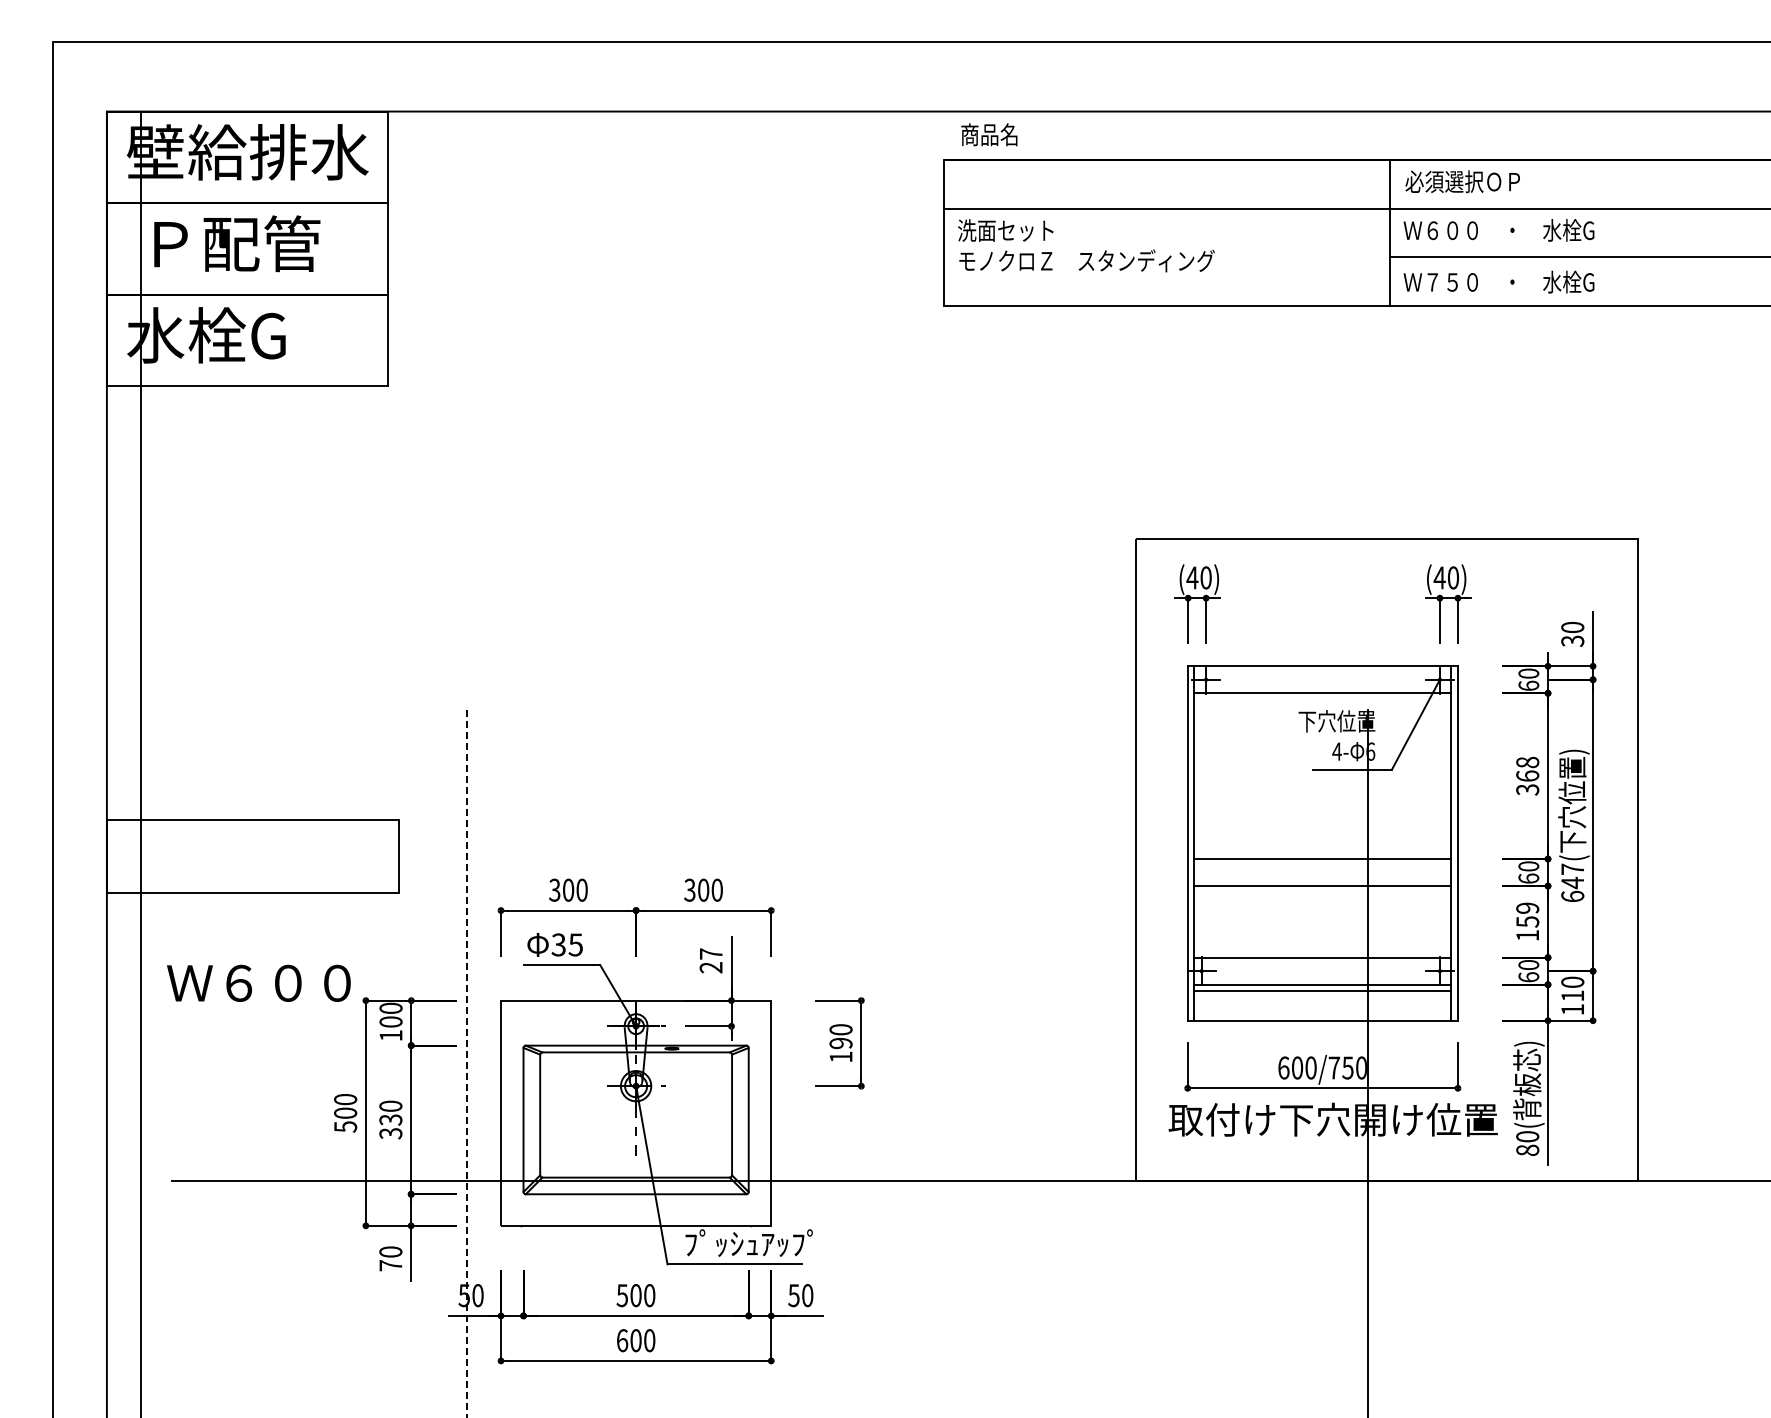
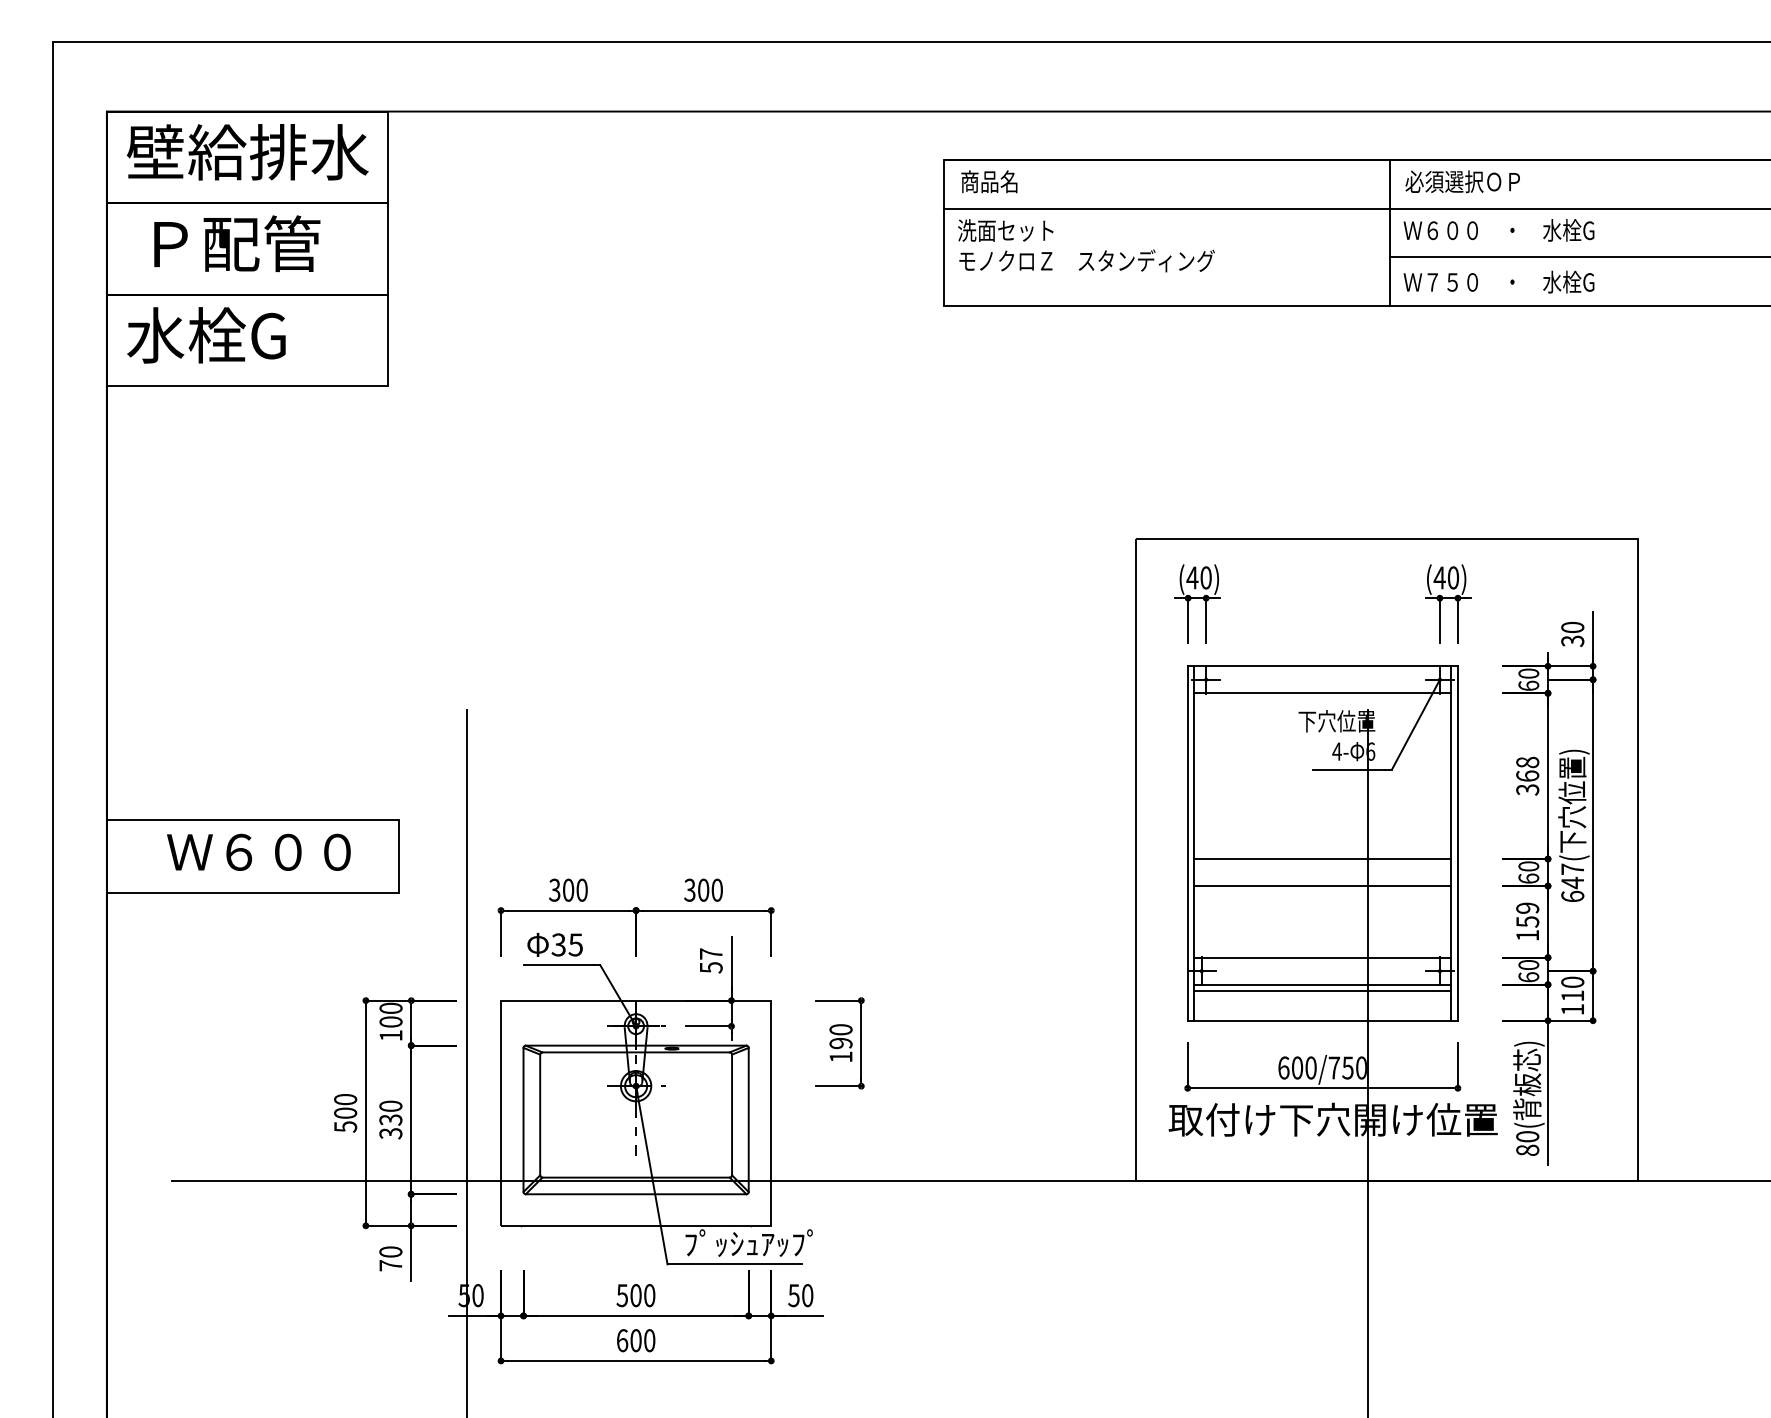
text at (989, 134) position: (989, 134) -> (989, 181)
line at (140, 762) position: (140, 762) -> (106, 762)
text at (710, 967): 27 -> 57
text at (258, 982) position: (258, 982) -> (258, 851)
line at (467, 1063): dashed -> solid
